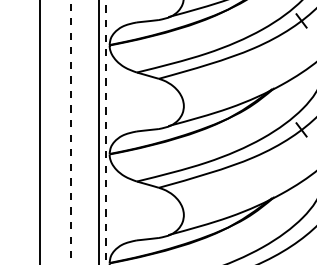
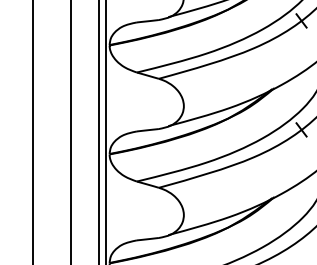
line at (40, 131) position: (40, 131) -> (33, 131)
line at (70, 132): dashed -> solid
line at (106, 132): dashed -> solid
